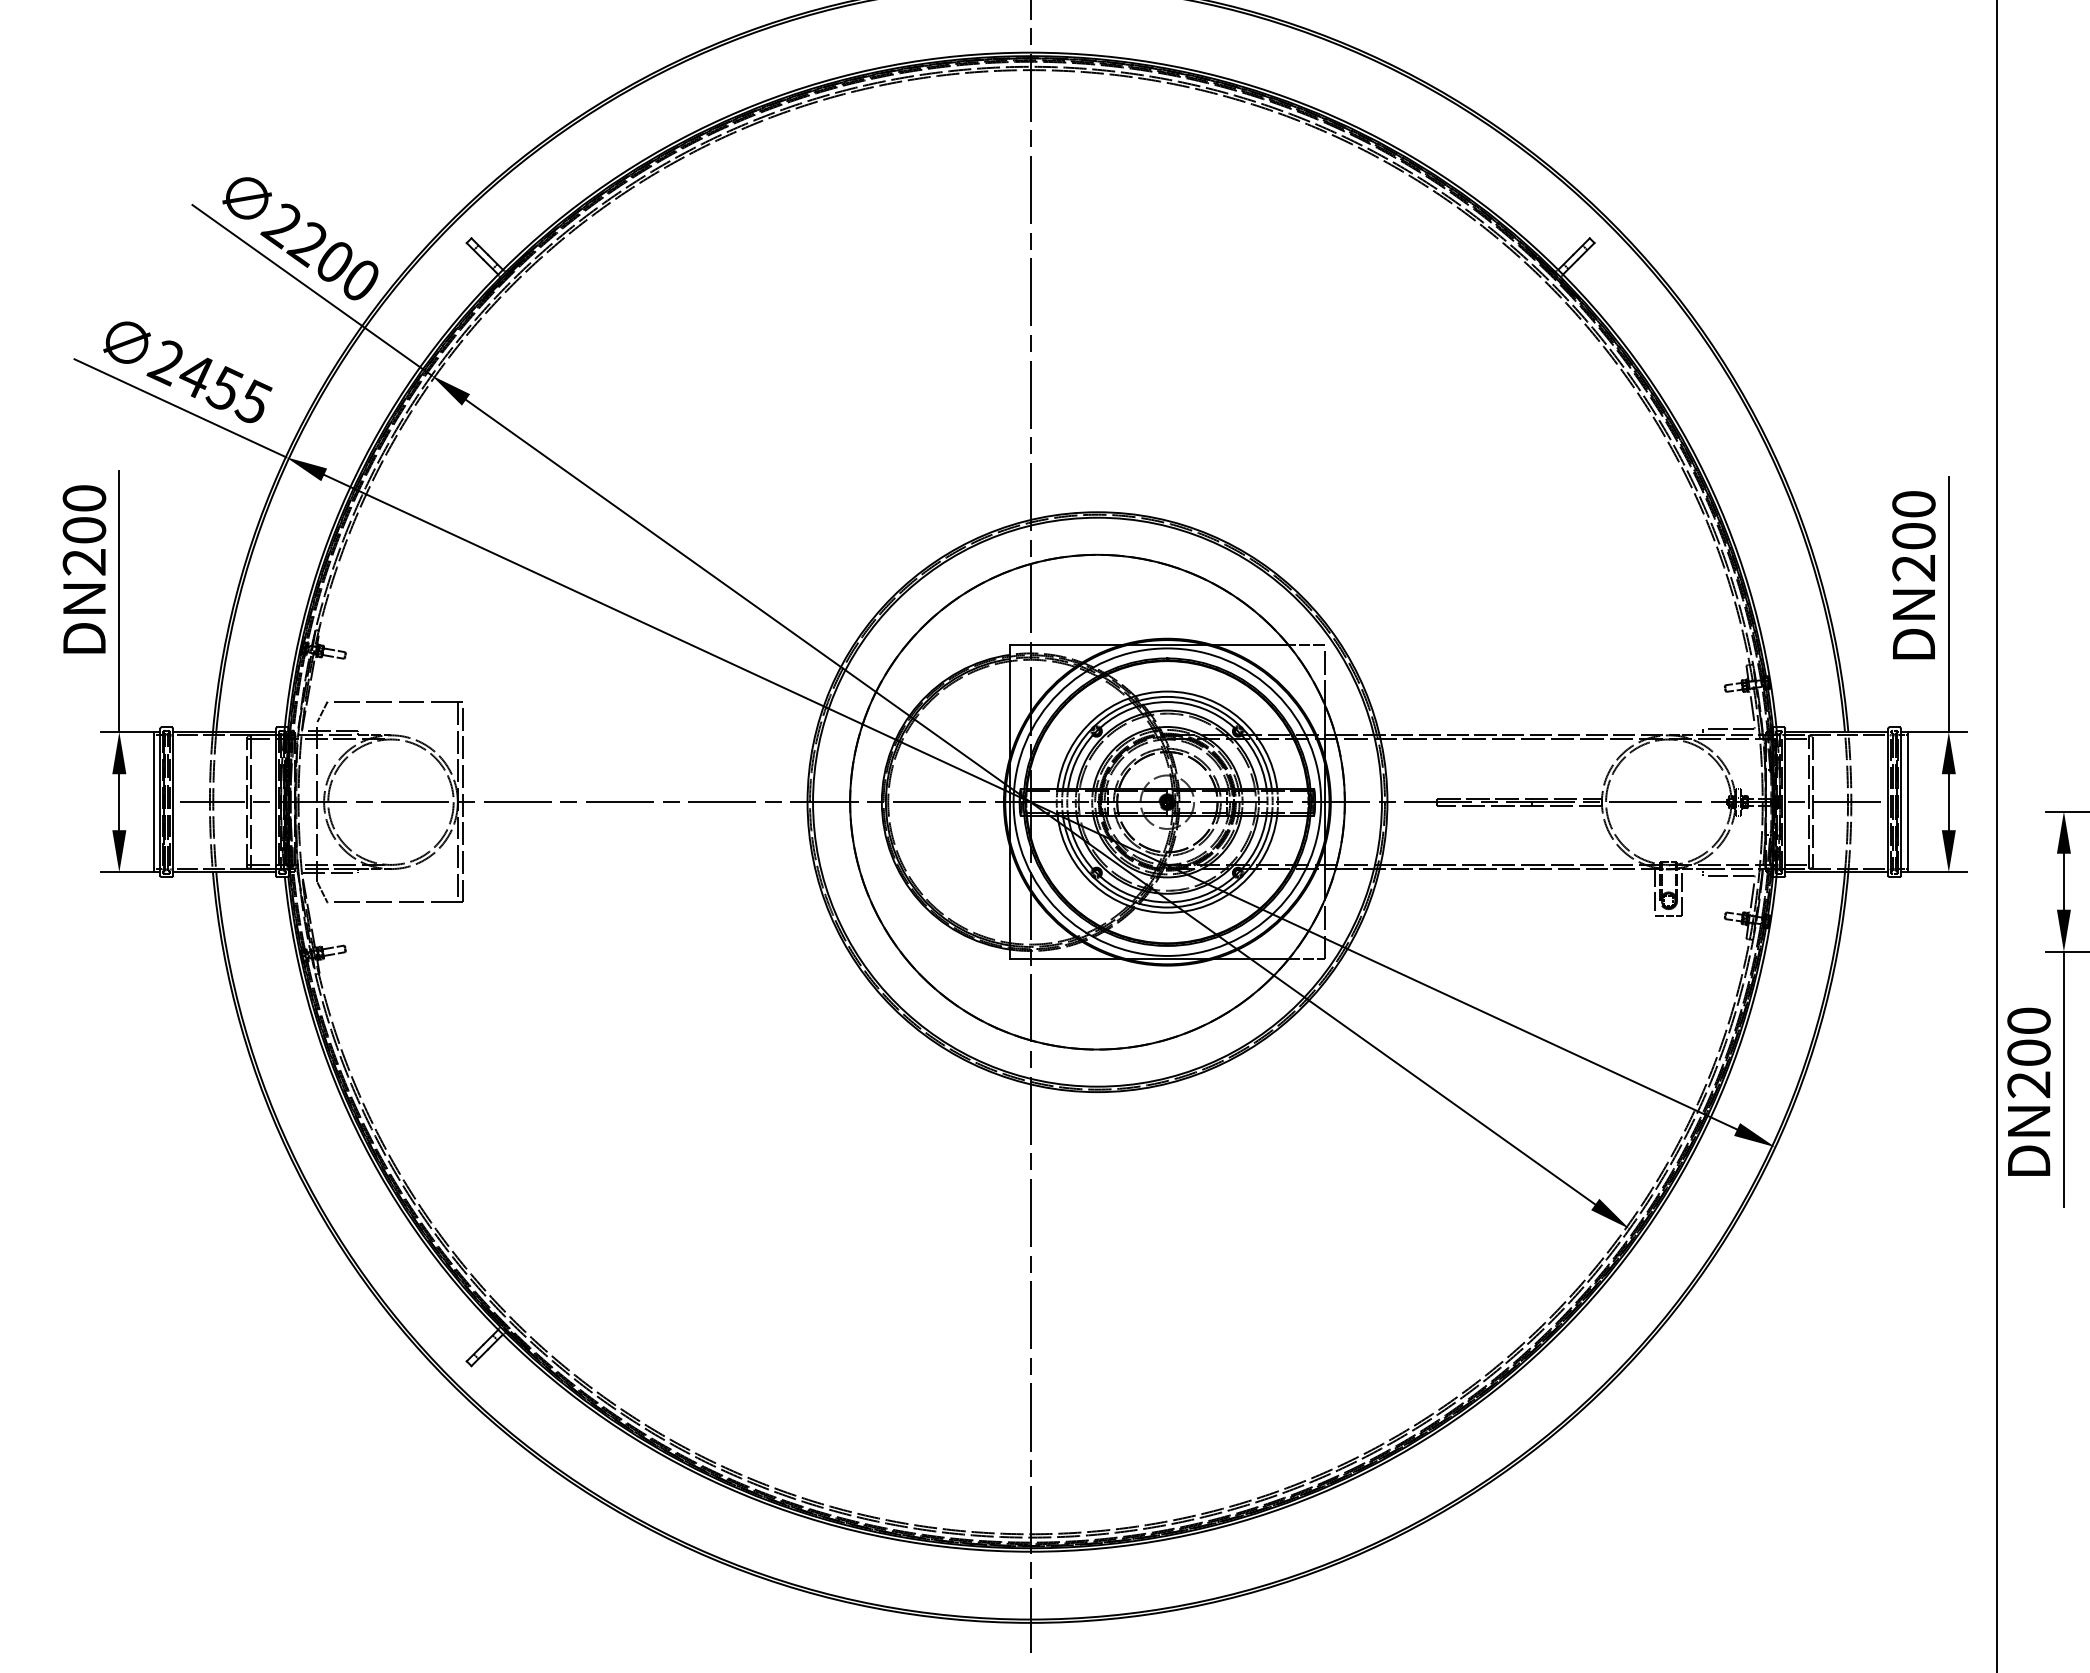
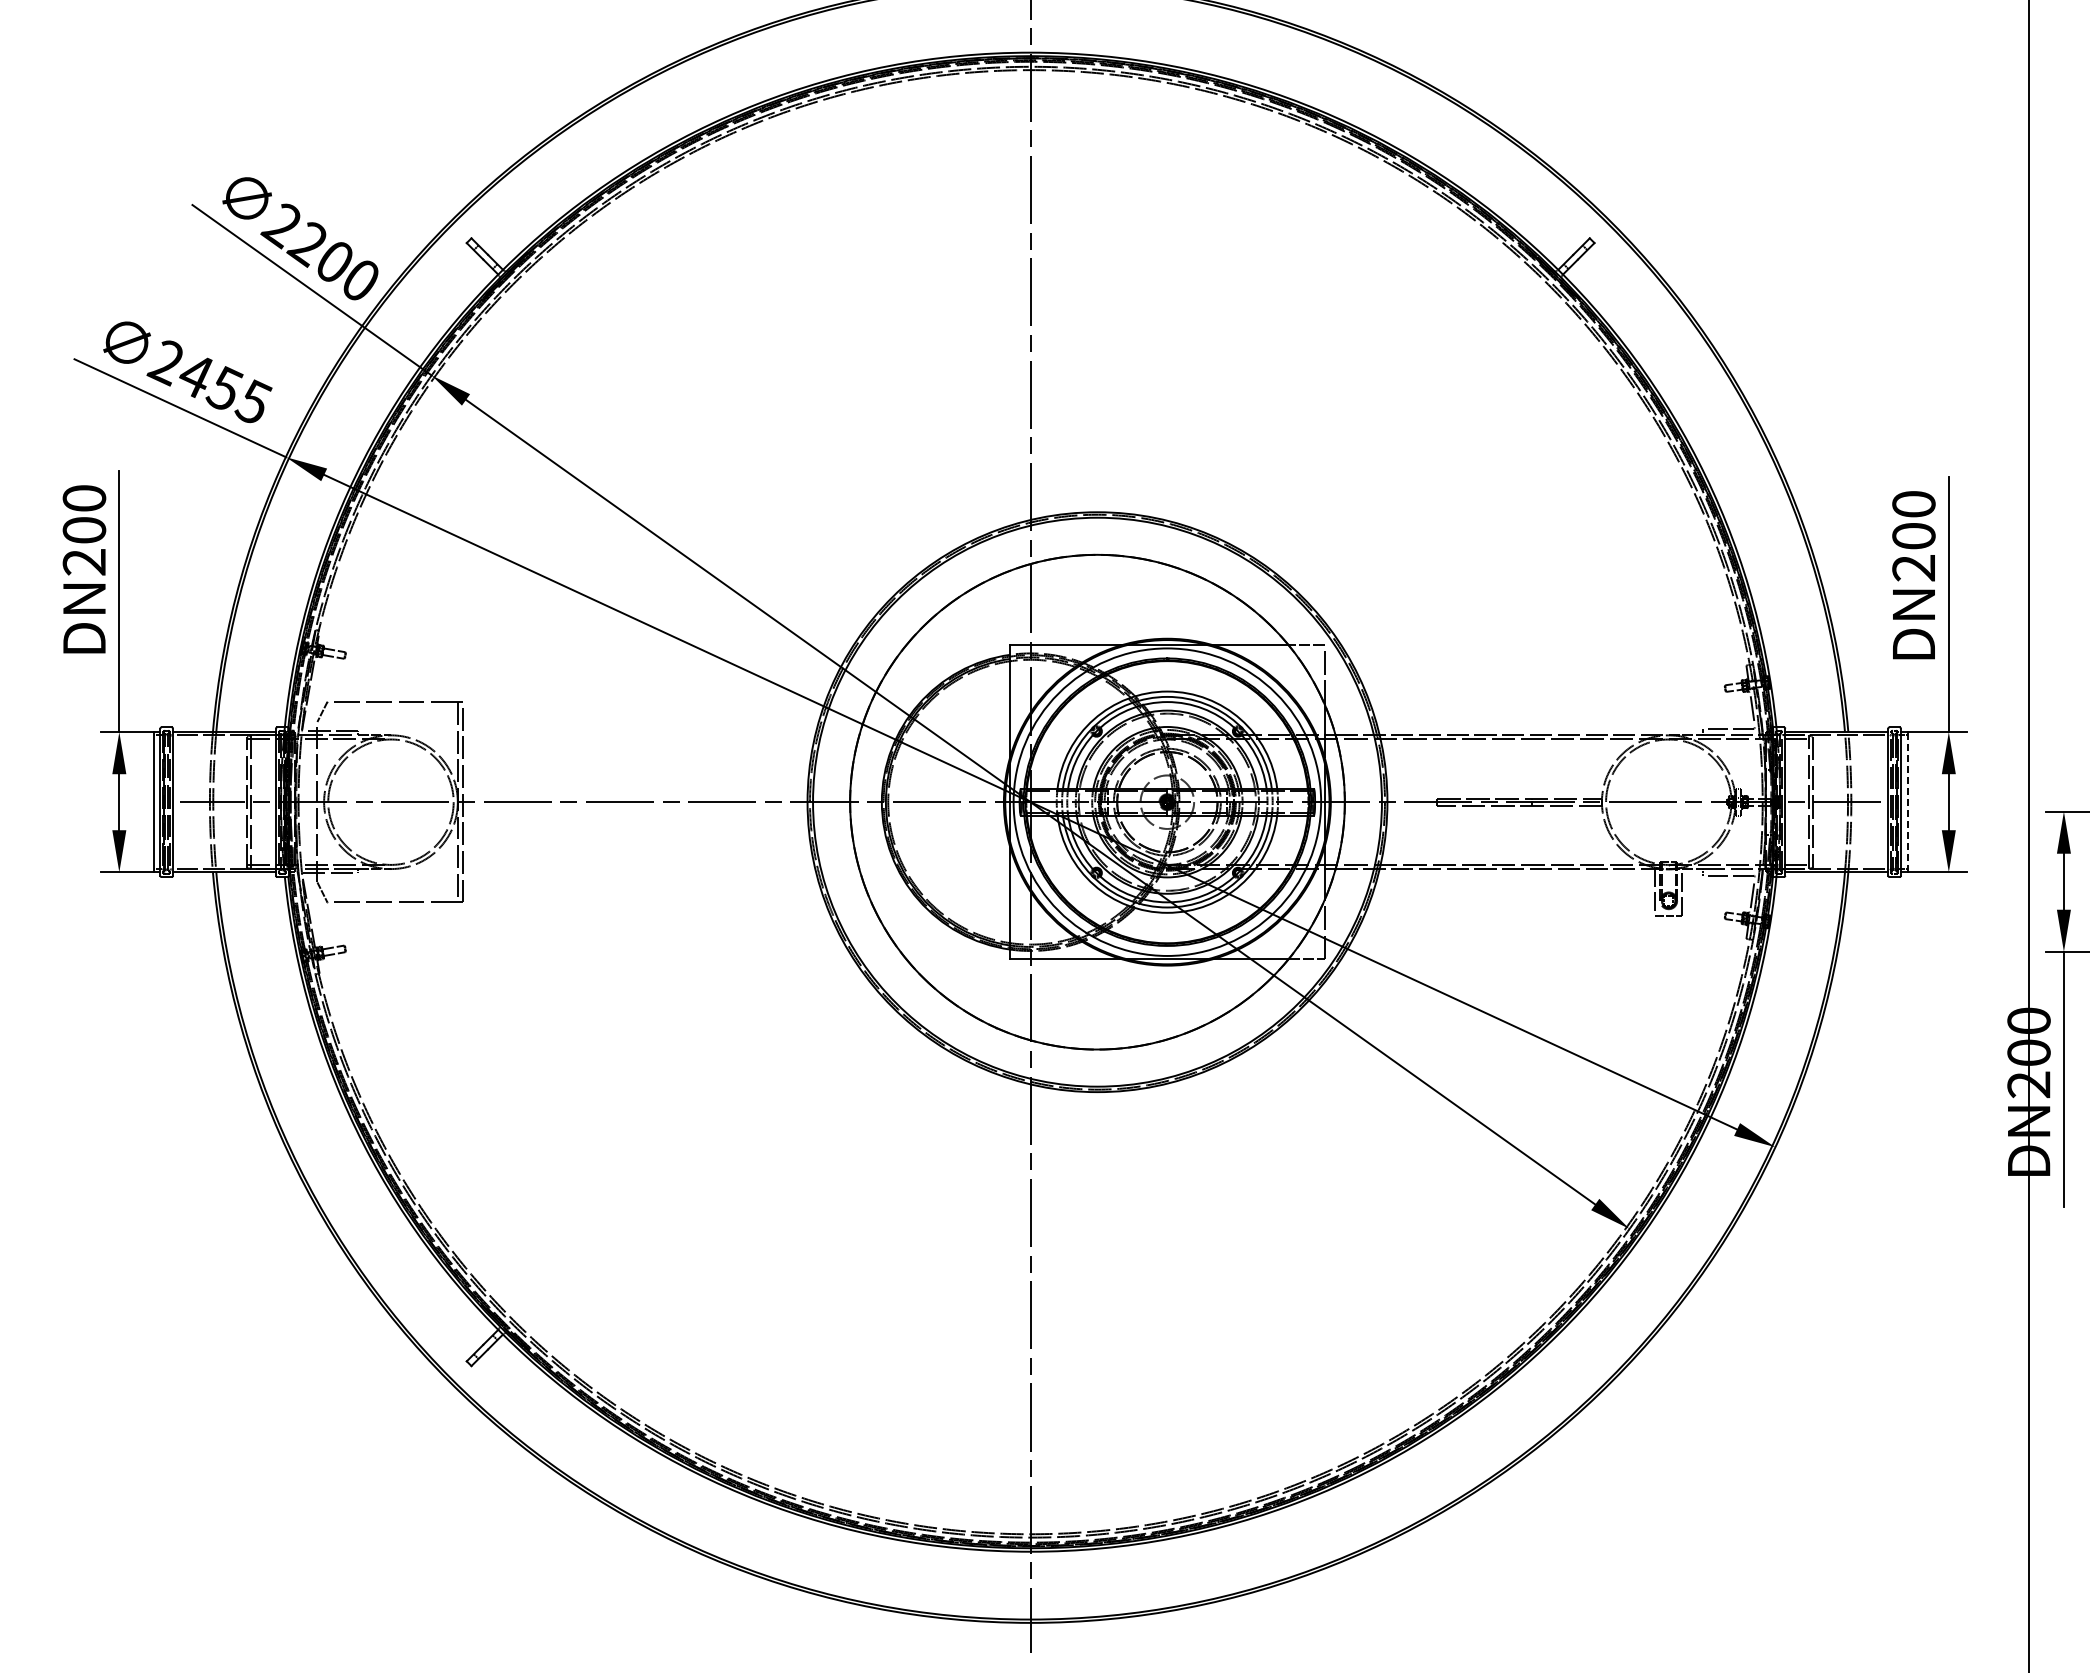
line at (1907, 801): solid -> dashed
line at (1997, 835) position: (1997, 835) -> (2029, 835)
